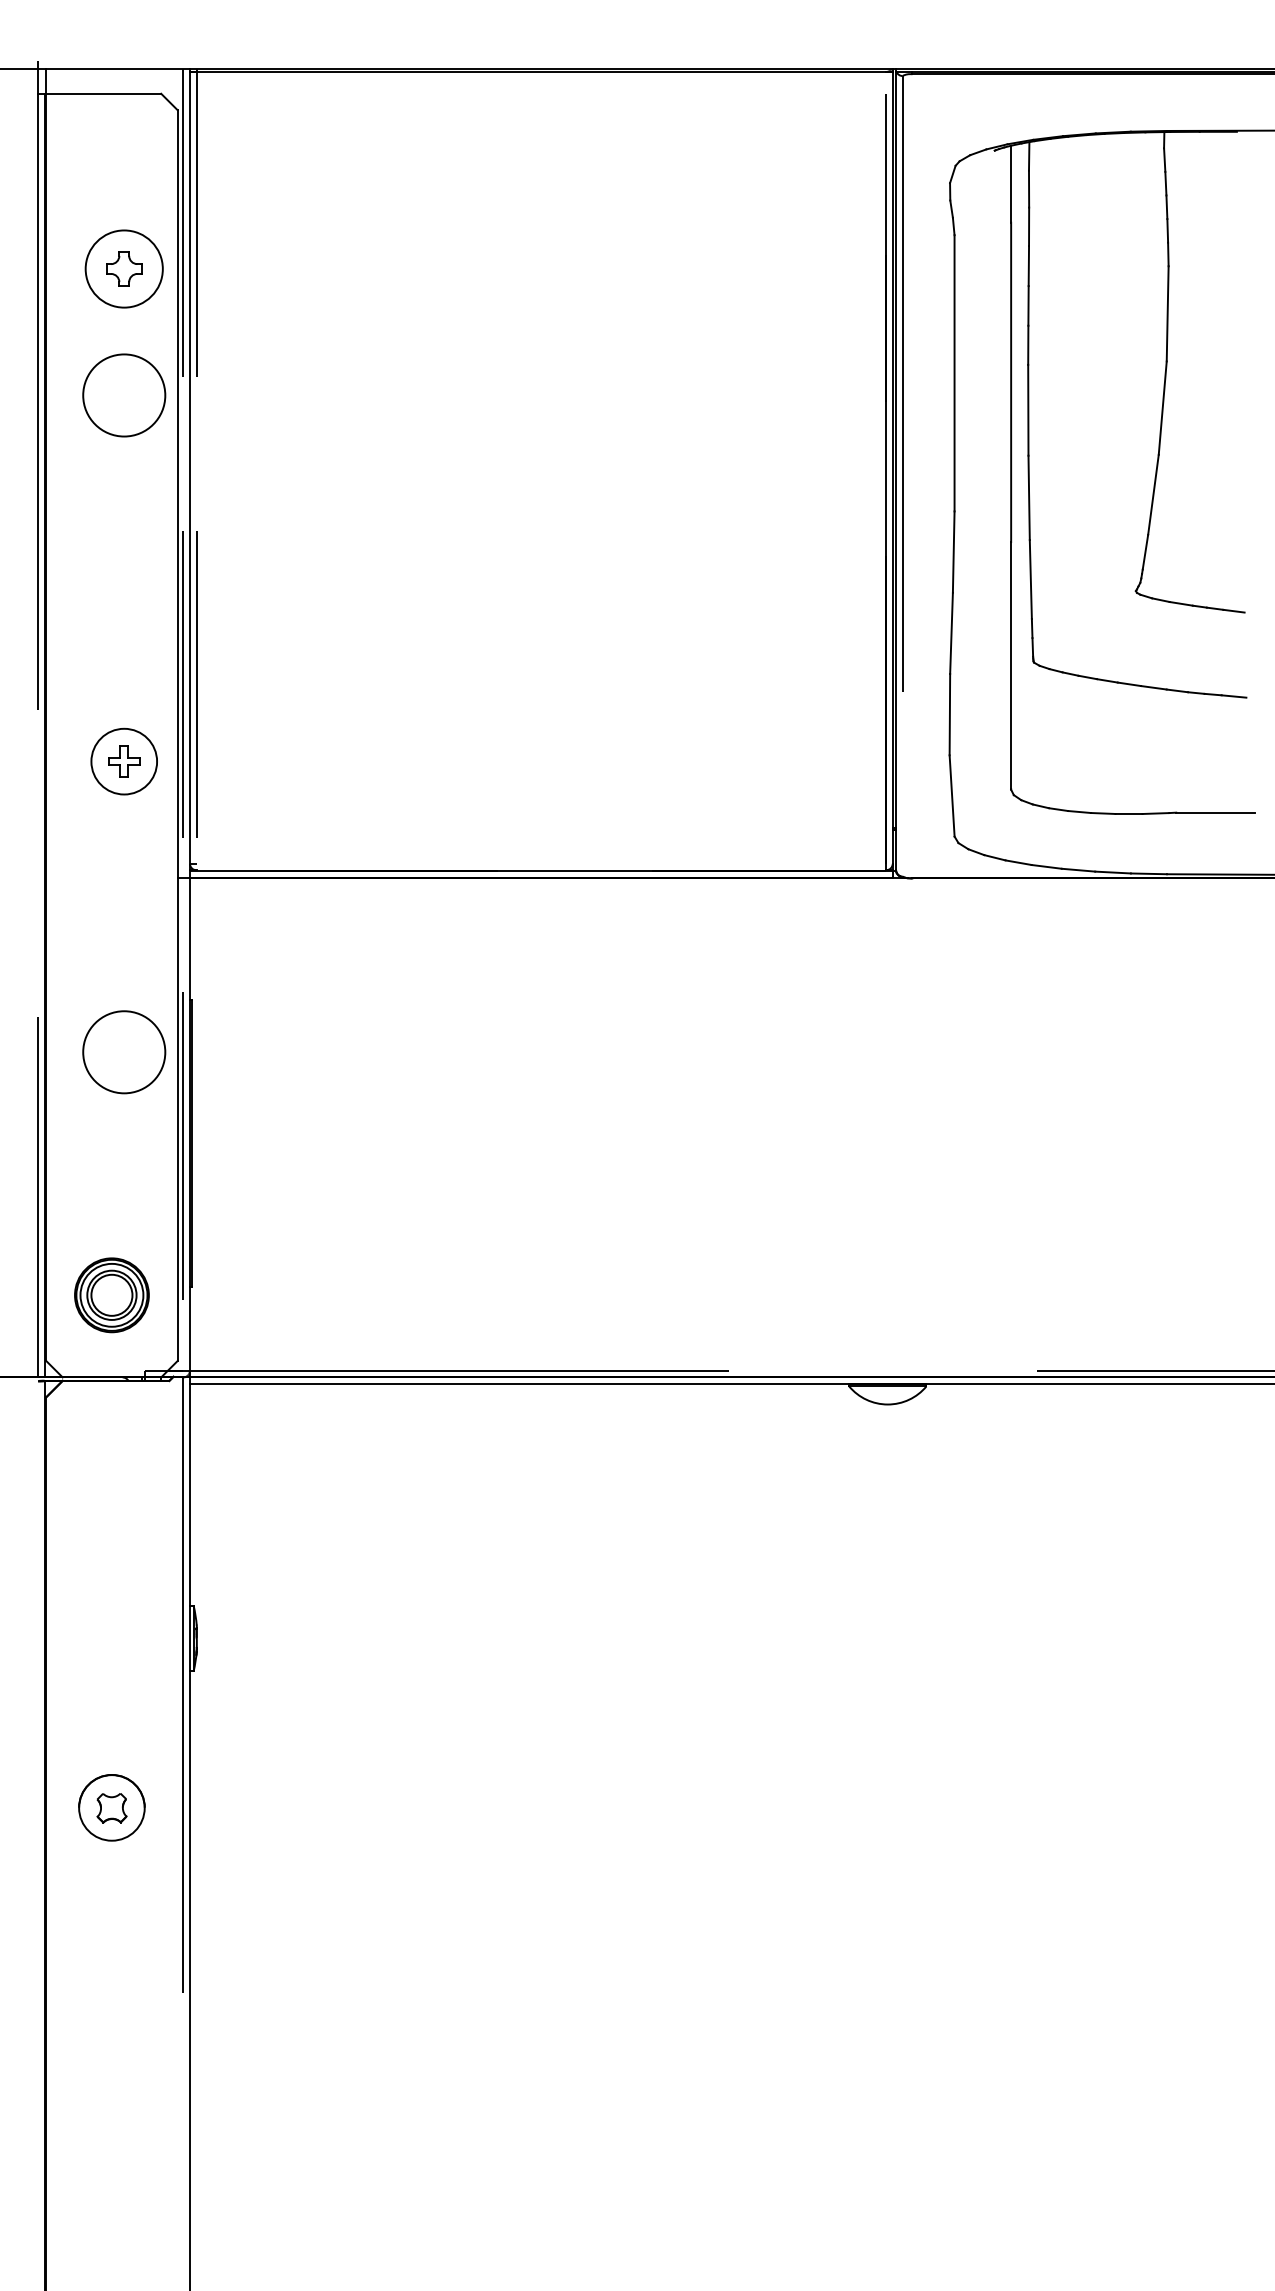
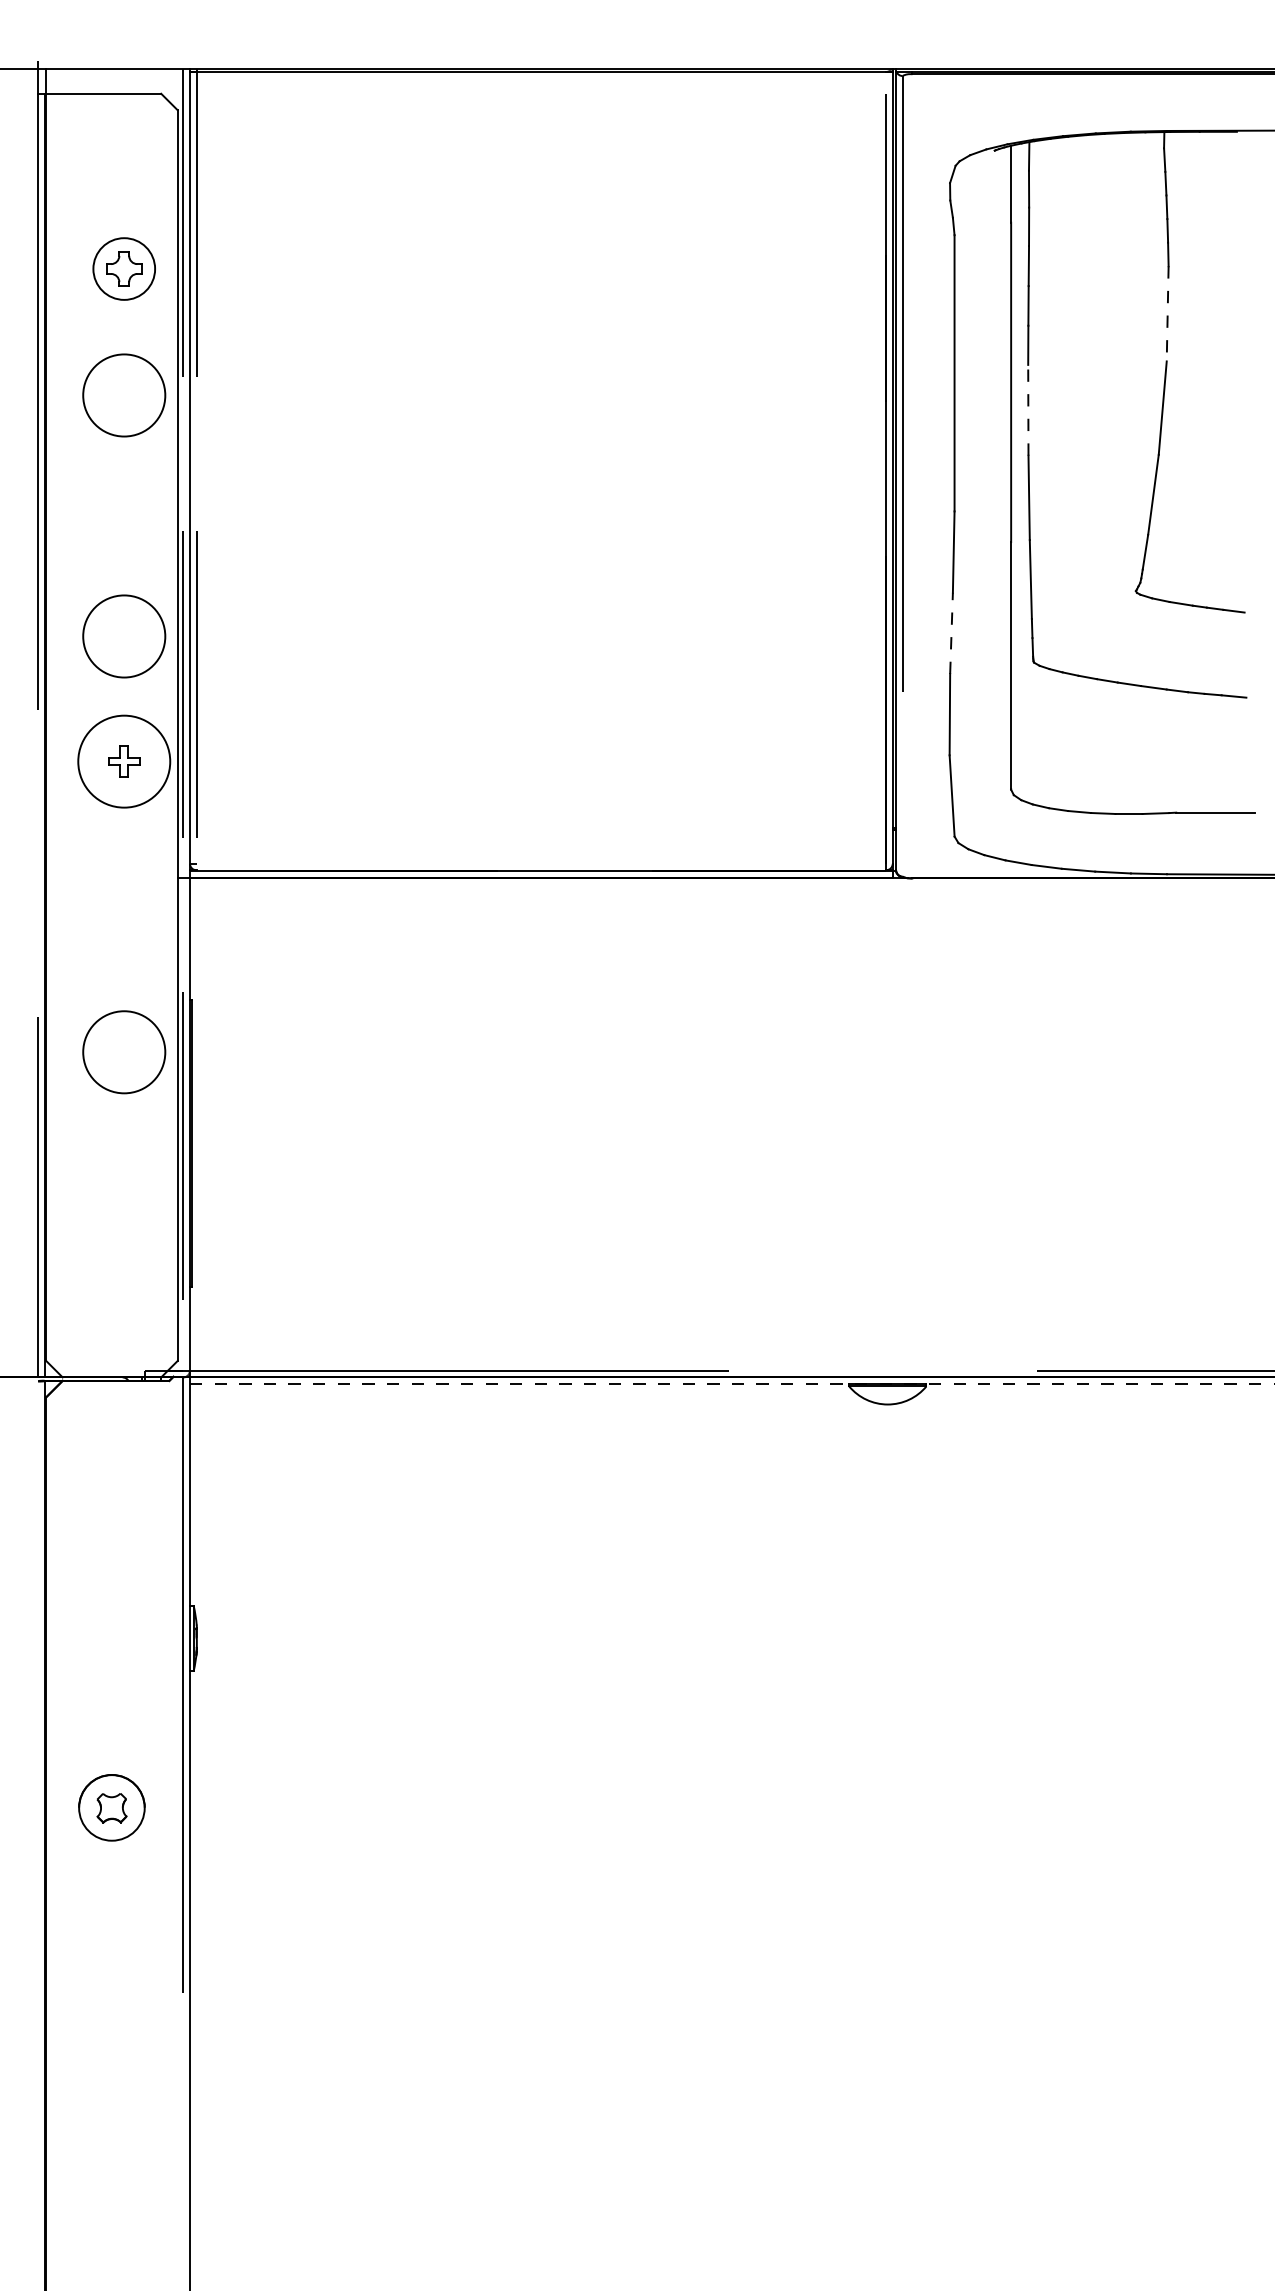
circle at (123, 268) diameter: 77 px -> 62 px
line at (1167, 313): solid -> dashed
line at (1028, 409): solid -> dashed
line at (951, 633): solid -> dashed
circle at (124, 636): none -> present
circle at (124, 761) diameter: 66 px -> 92 px
part at (111, 1295): present -> none
line at (732, 1384): solid -> dashed
